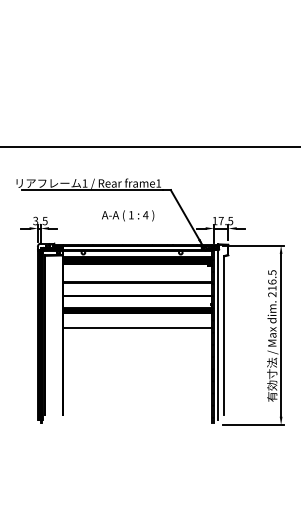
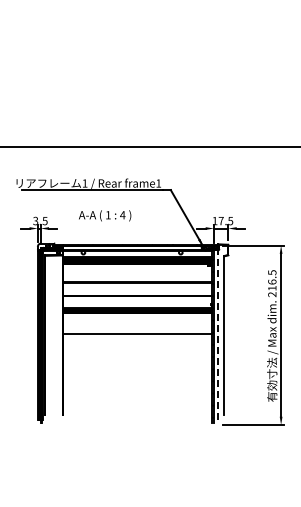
text at (128, 215) position: (128, 215) -> (105, 215)
line at (137, 328) position: (137, 328) -> (137, 334)
line at (218, 335): solid -> dashed
